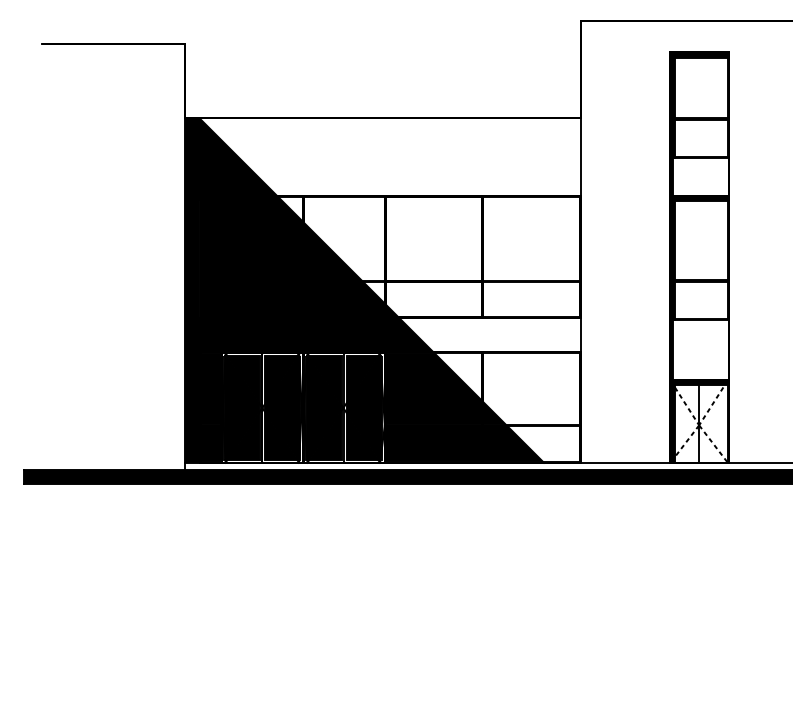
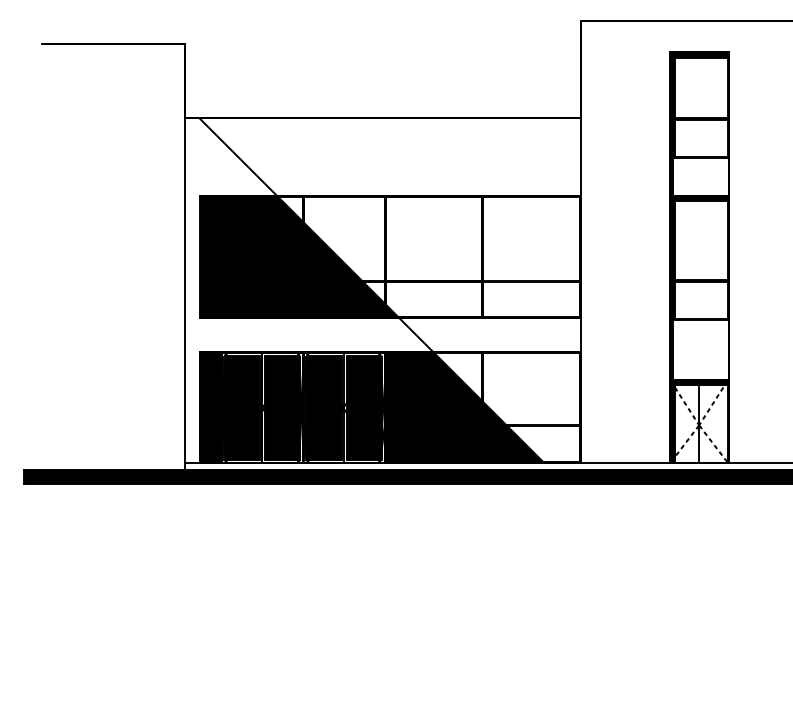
fill at (308, 290): present -> none
